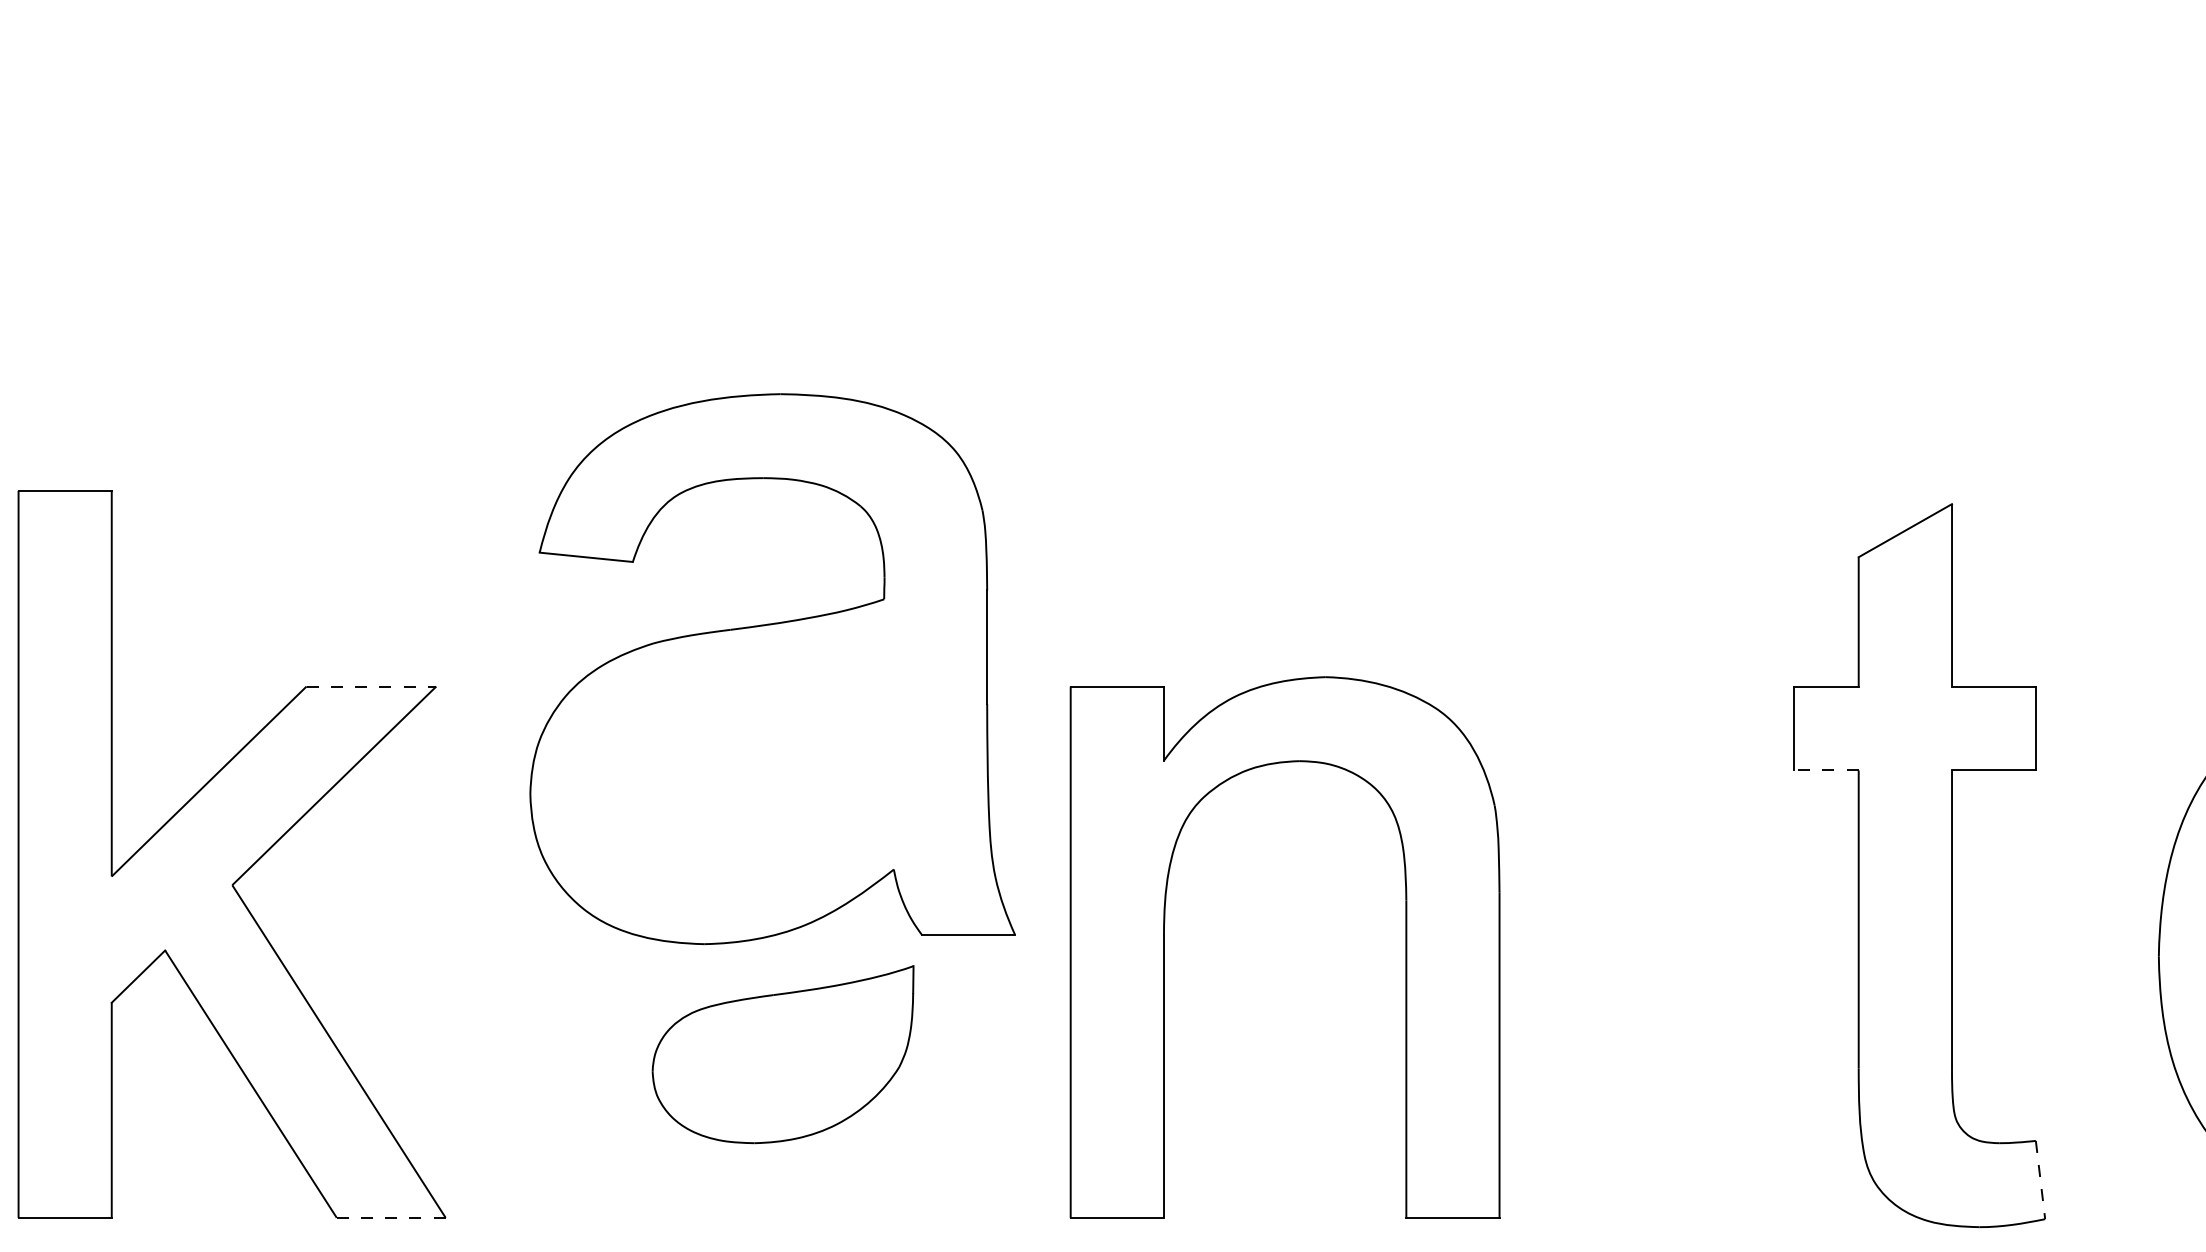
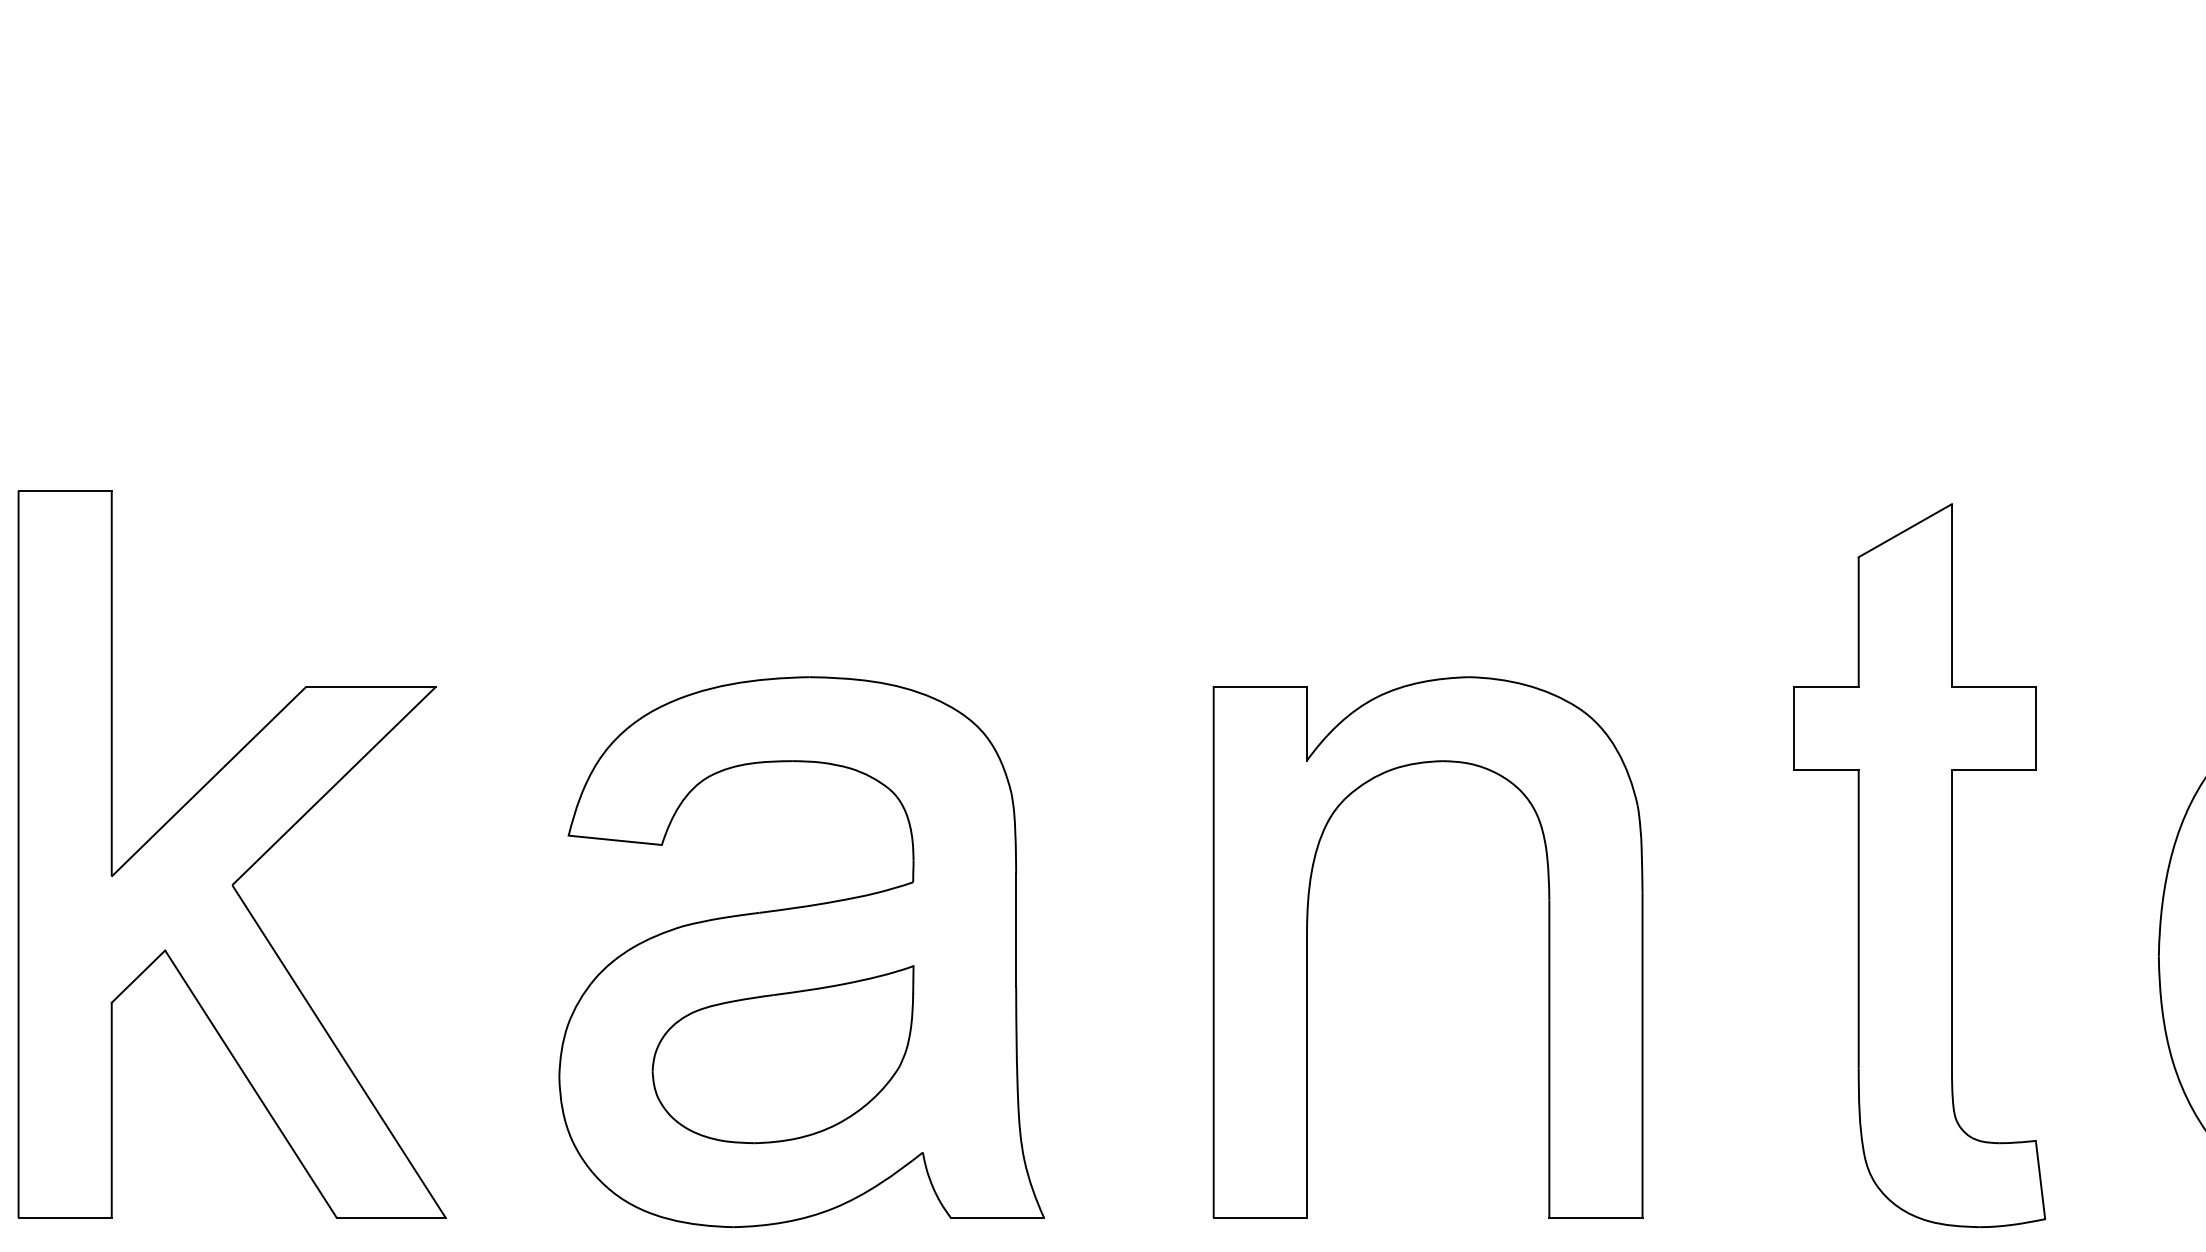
part at (772, 669) position: (772, 669) -> (801, 952)
line at (371, 686): dashed -> solid
line at (1826, 770): dashed -> solid
part at (1164, 947) position: (1164, 947) -> (1307, 947)
line at (2040, 1180): dashed -> solid
line at (390, 1217): dashed -> solid
